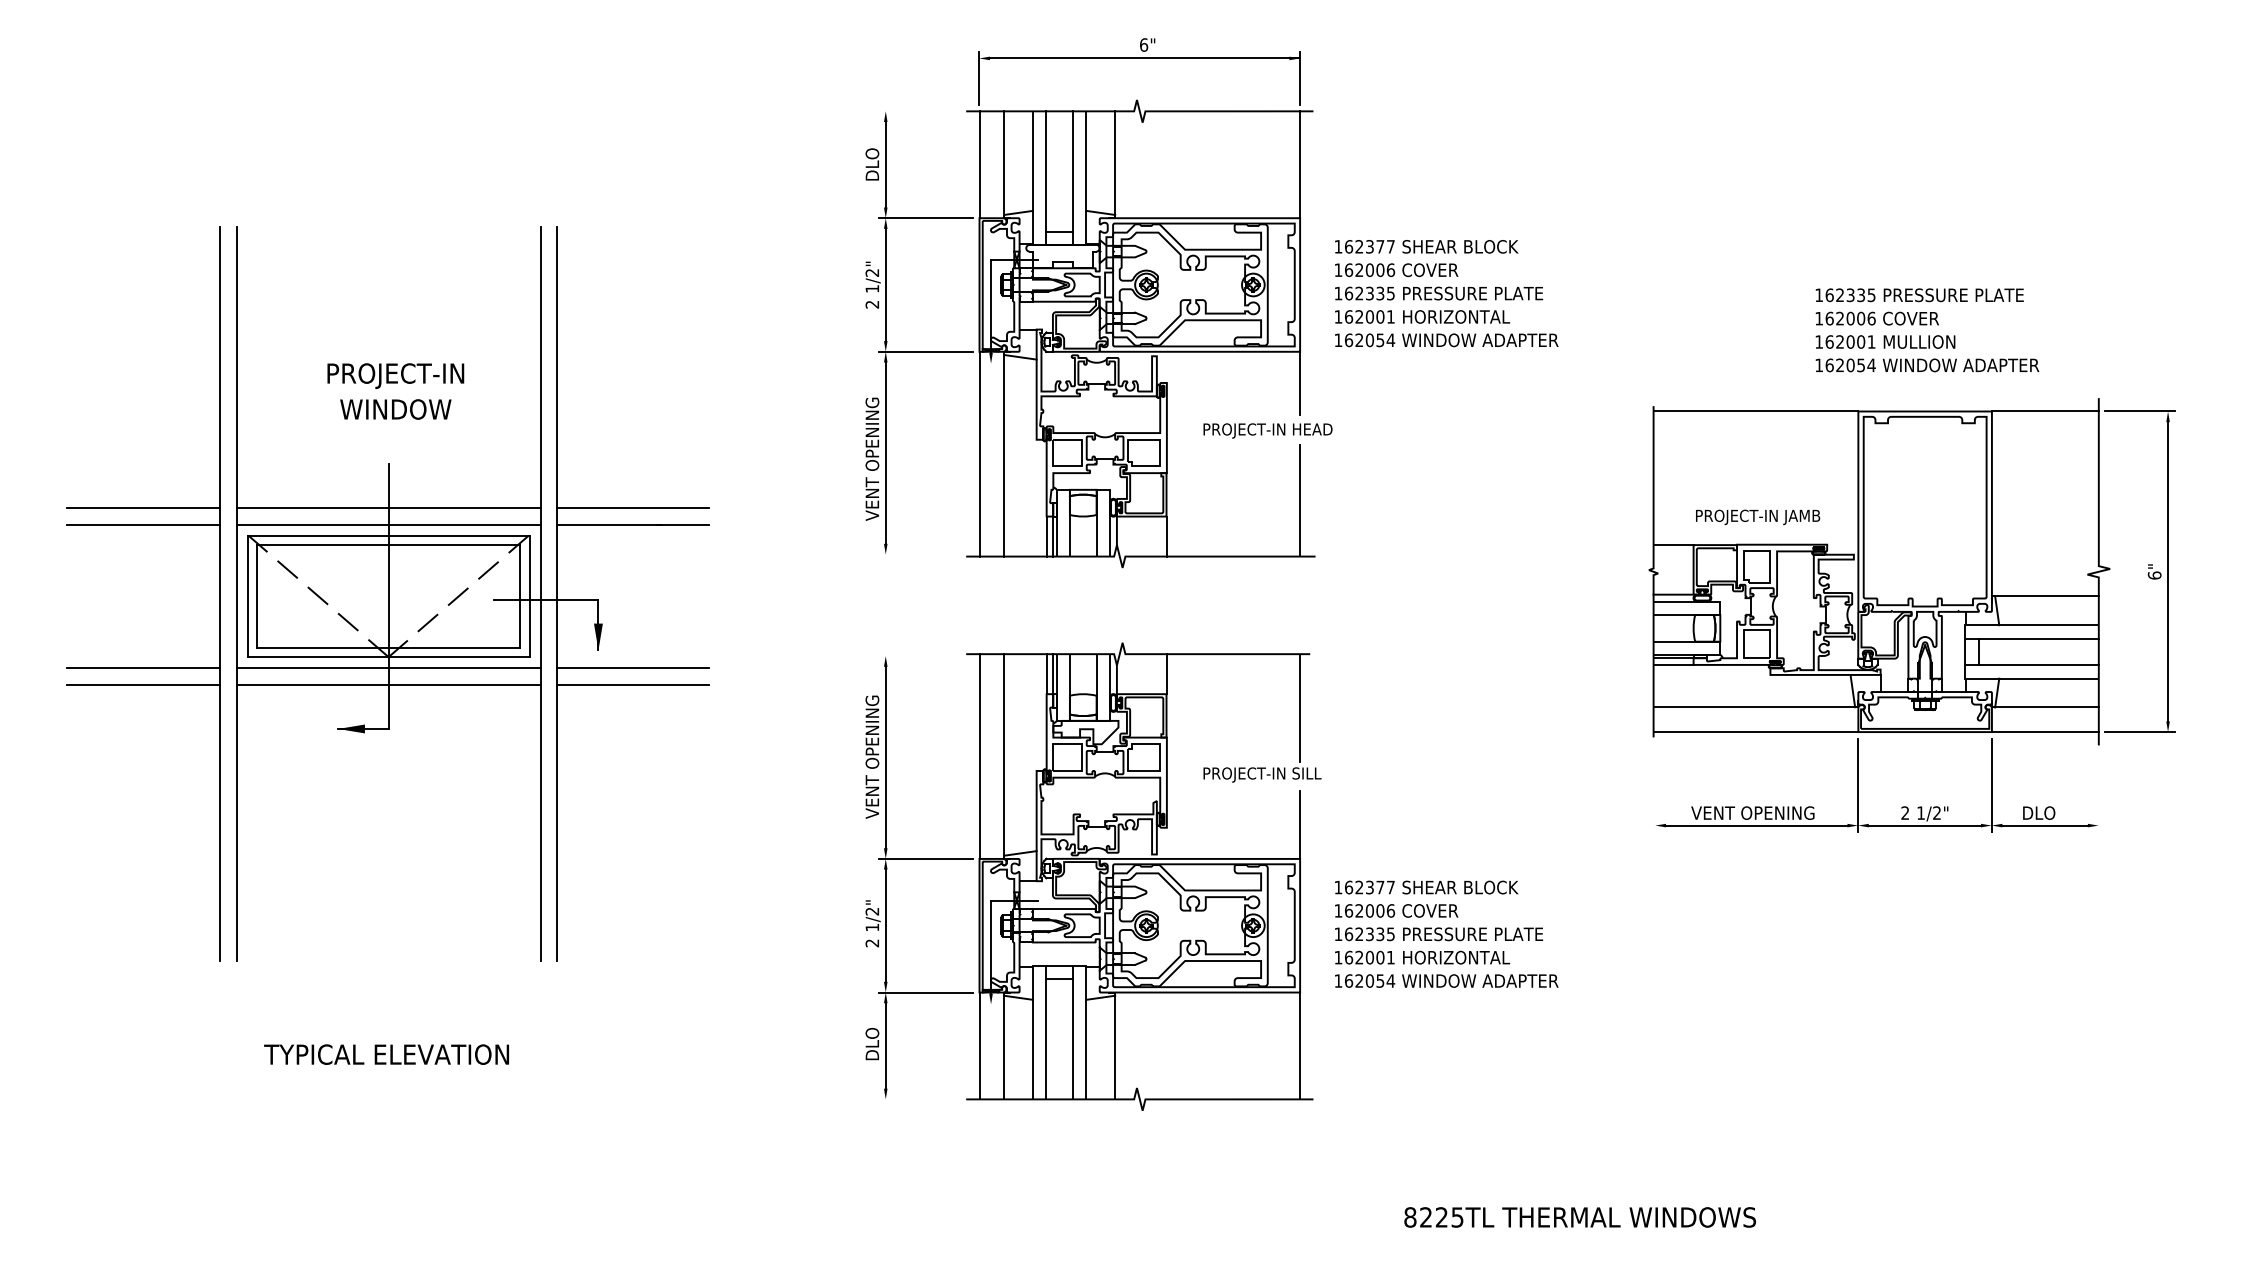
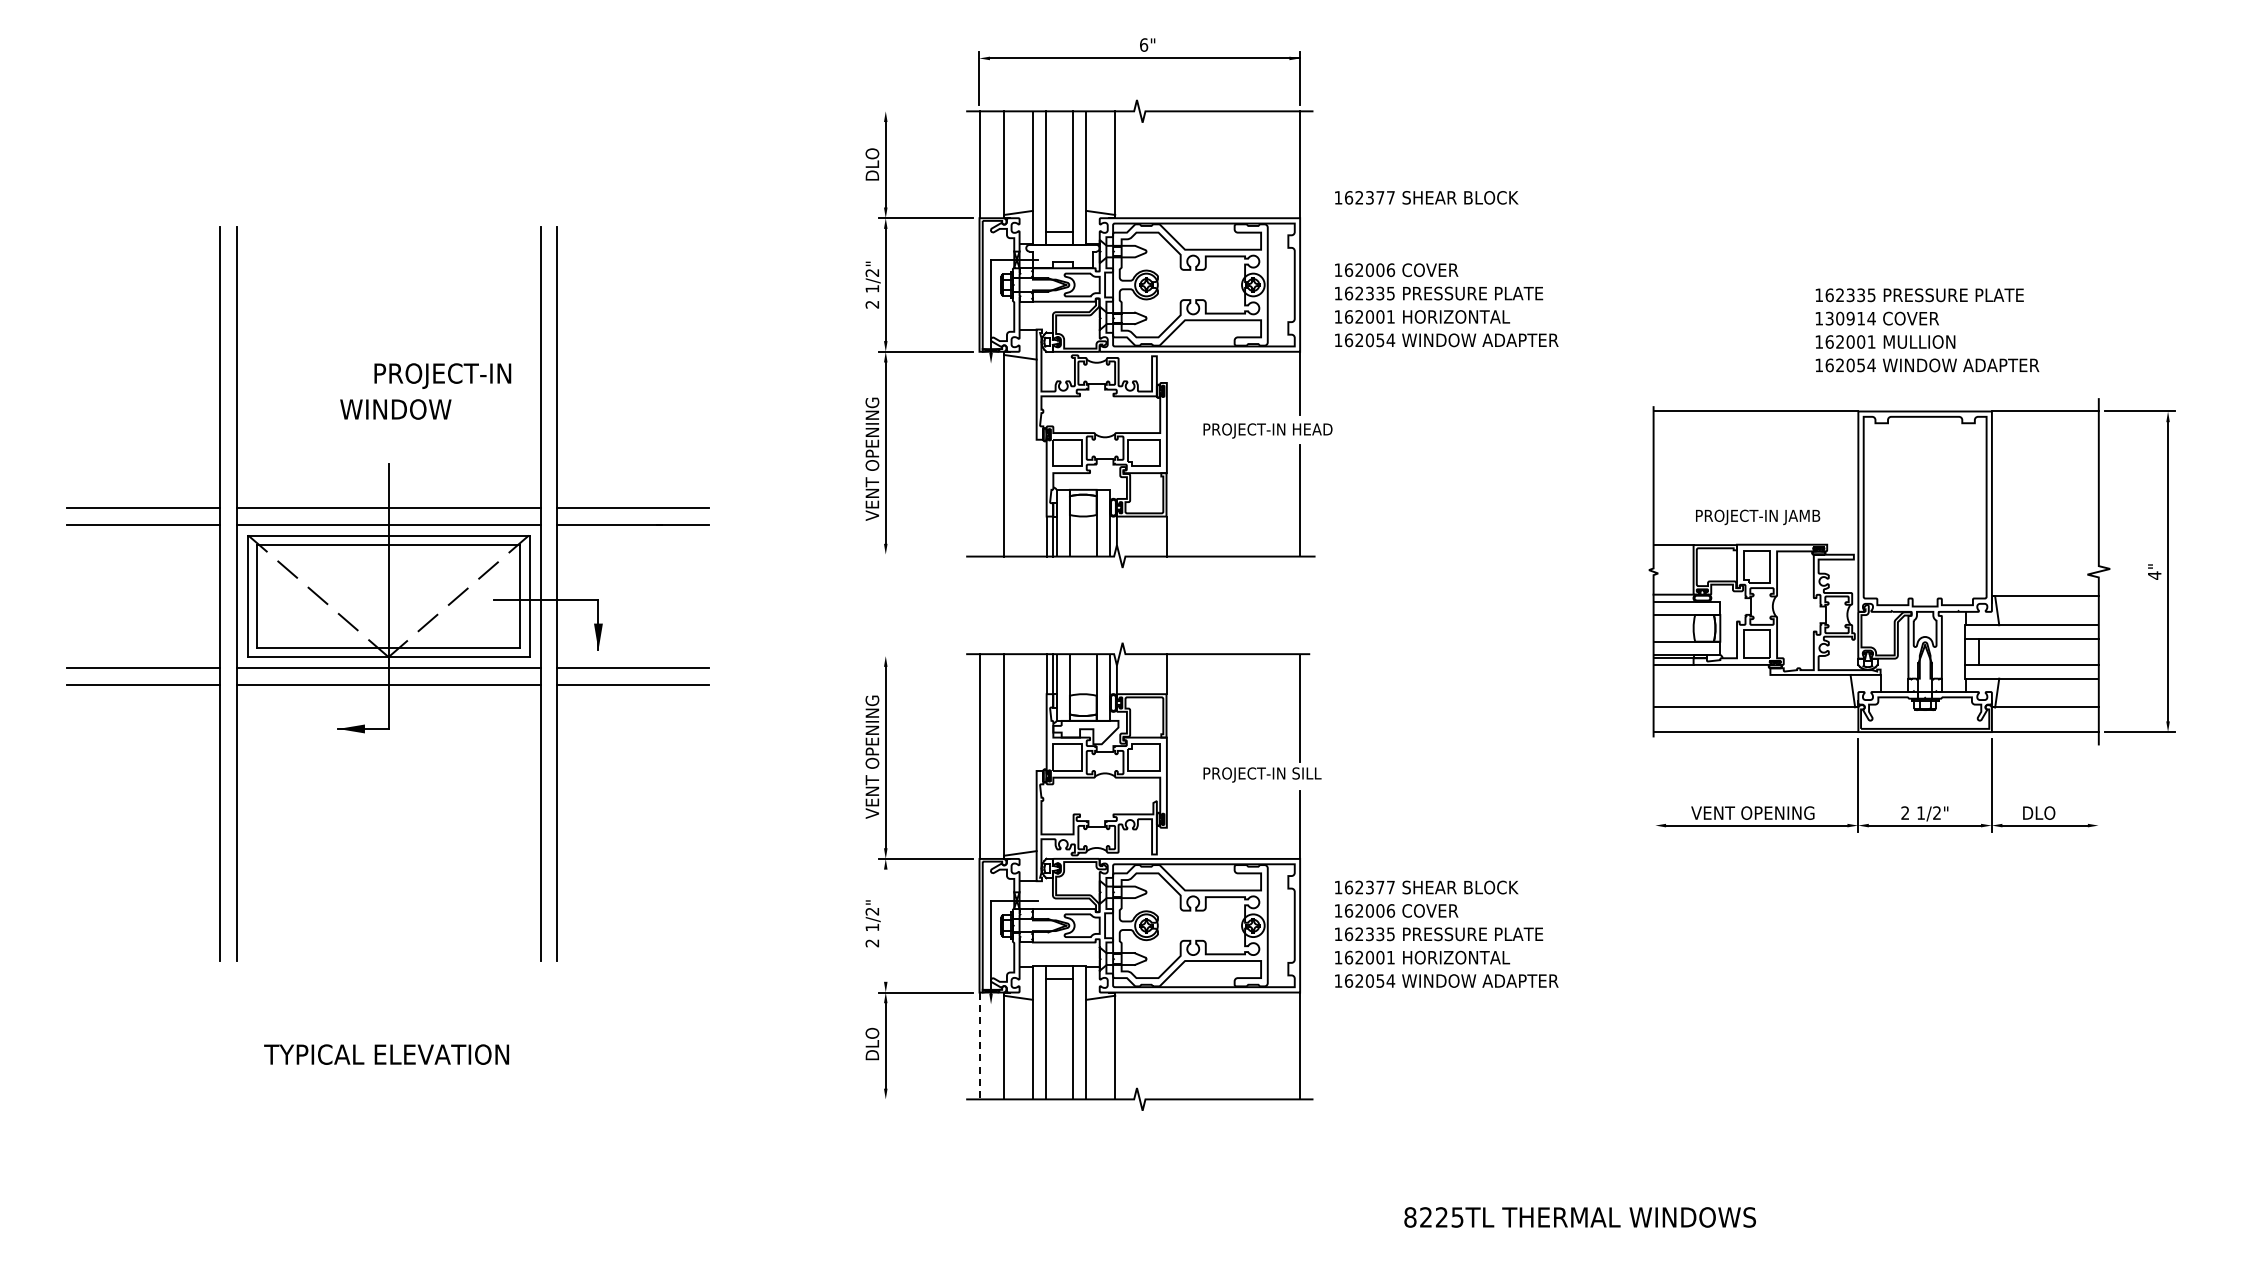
text at (1426, 246) position: (1426, 246) -> (1426, 197)
text at (1850, 318): 162006 -> 130914
text at (395, 375) position: (395, 375) -> (442, 375)
line at (979, 453): present -> none
text at (2154, 575): 6" -> 4"
line at (885, 925): present -> none
line at (979, 1046): solid -> dashed
